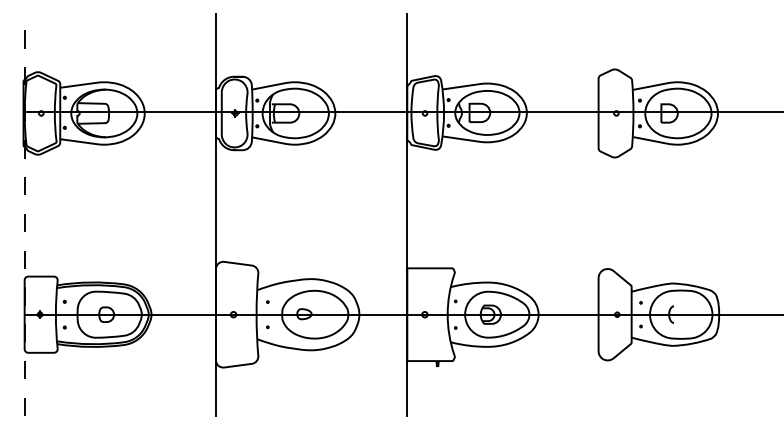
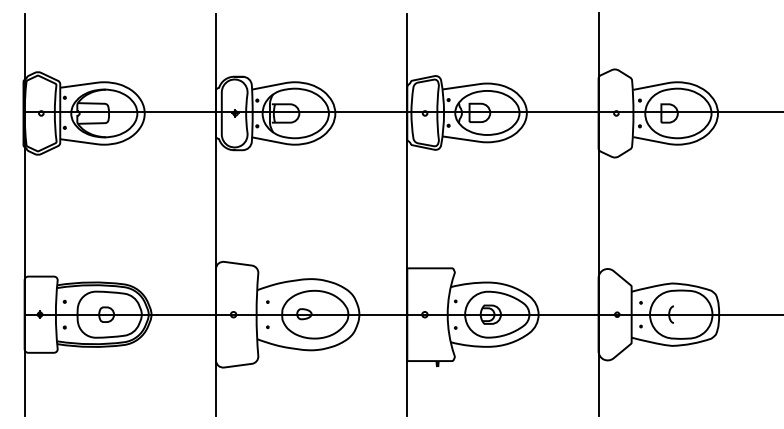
line at (598, 214): none -> present
line at (24, 215): dashed -> solid
